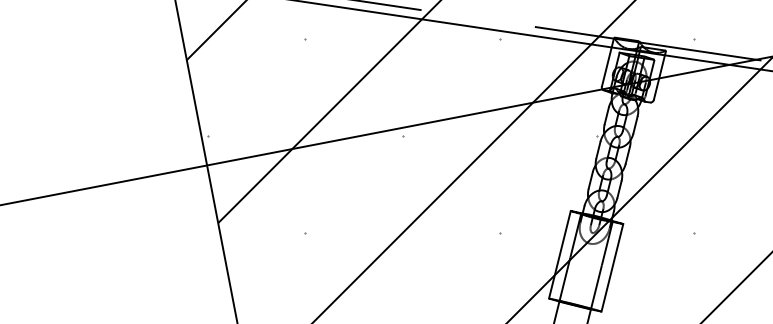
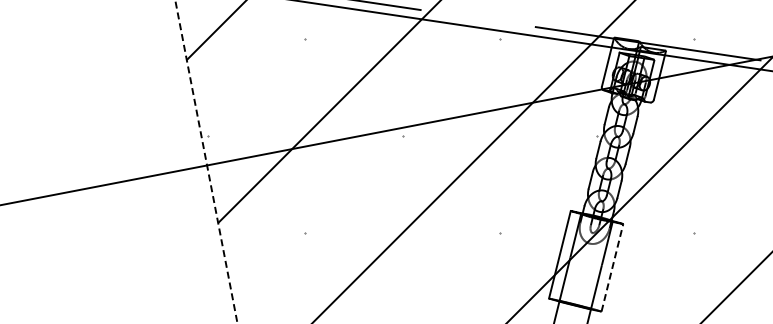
line at (206, 162): solid -> dashed
line at (612, 267): solid -> dashed
